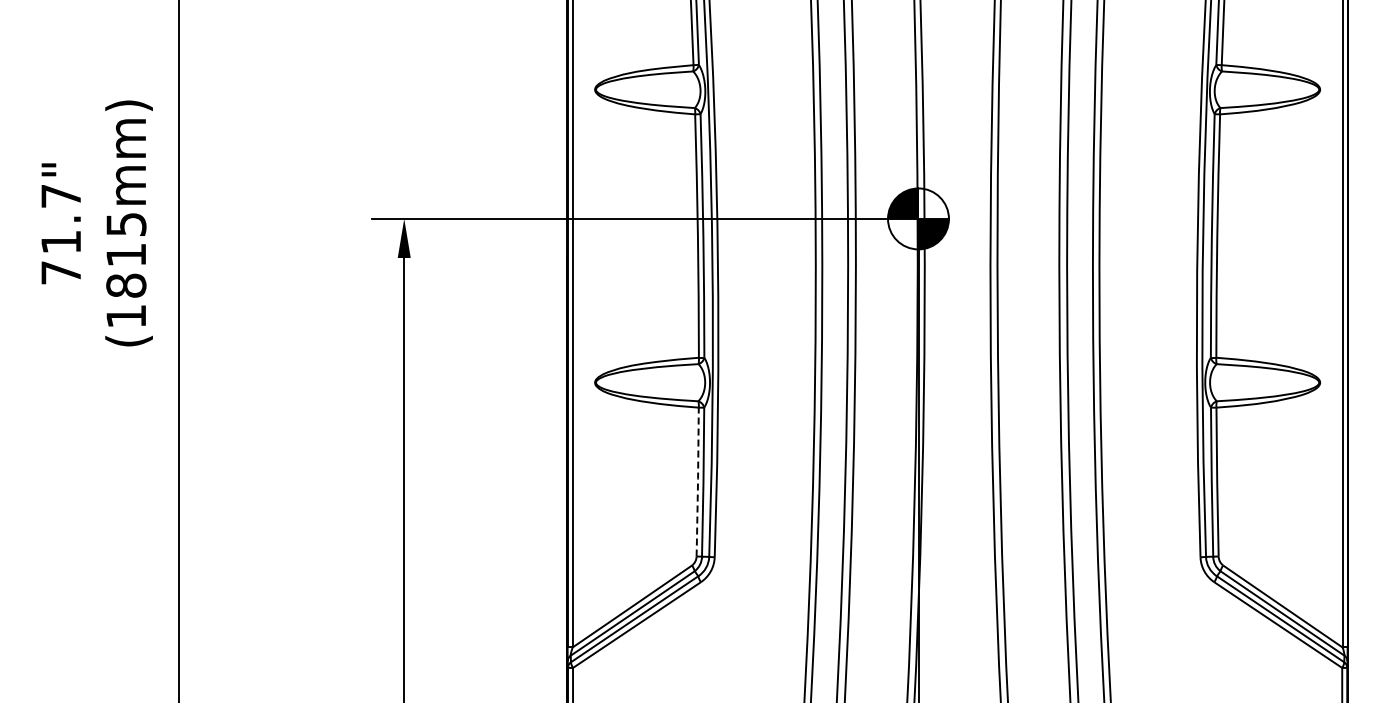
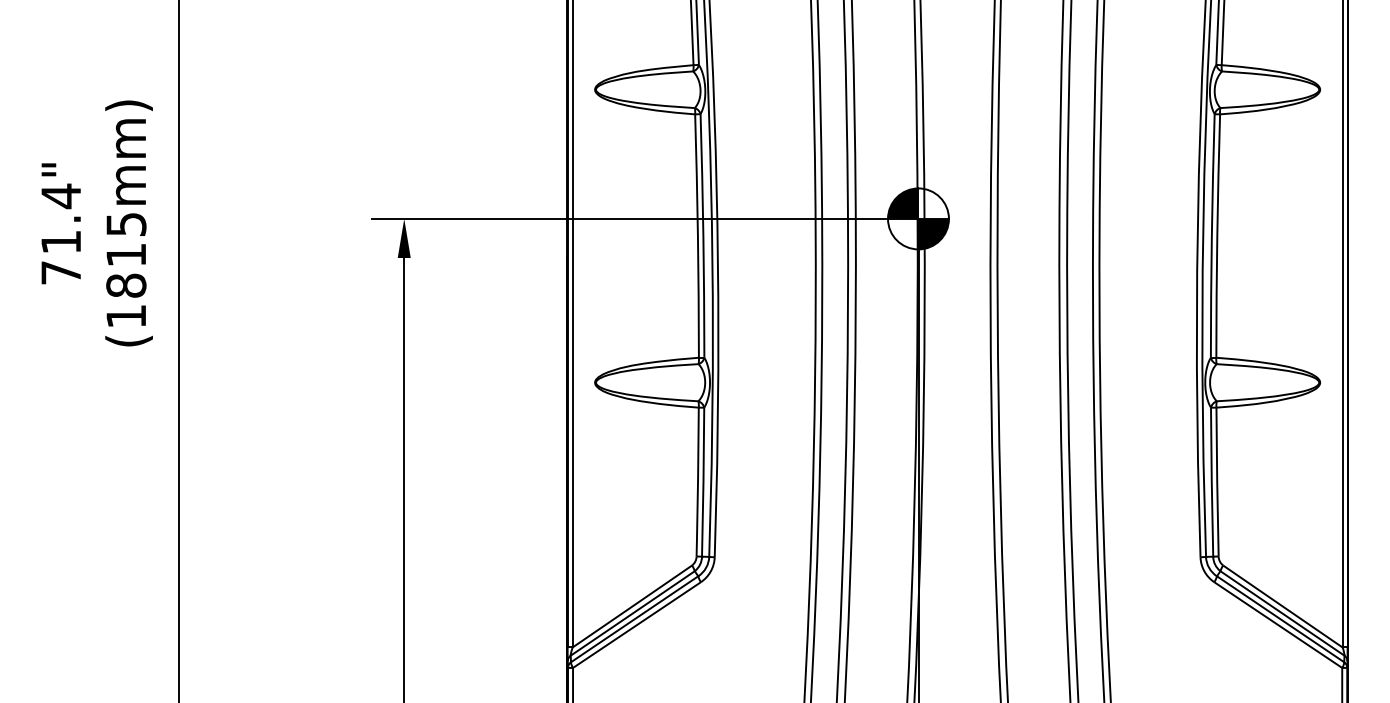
text at (60, 196): 71.7" -> 71.4"
line at (698, 482): dashed -> solid
